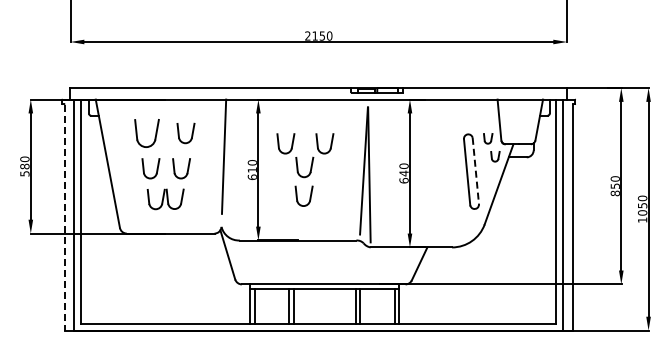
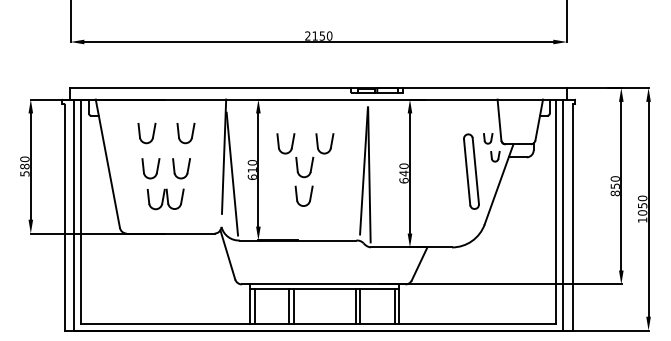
part at (146, 133) size: 26x29 px -> 20x23 px
line at (475, 171): dashed -> solid
line at (232, 173): none -> present
line at (64, 217): dashed -> solid
